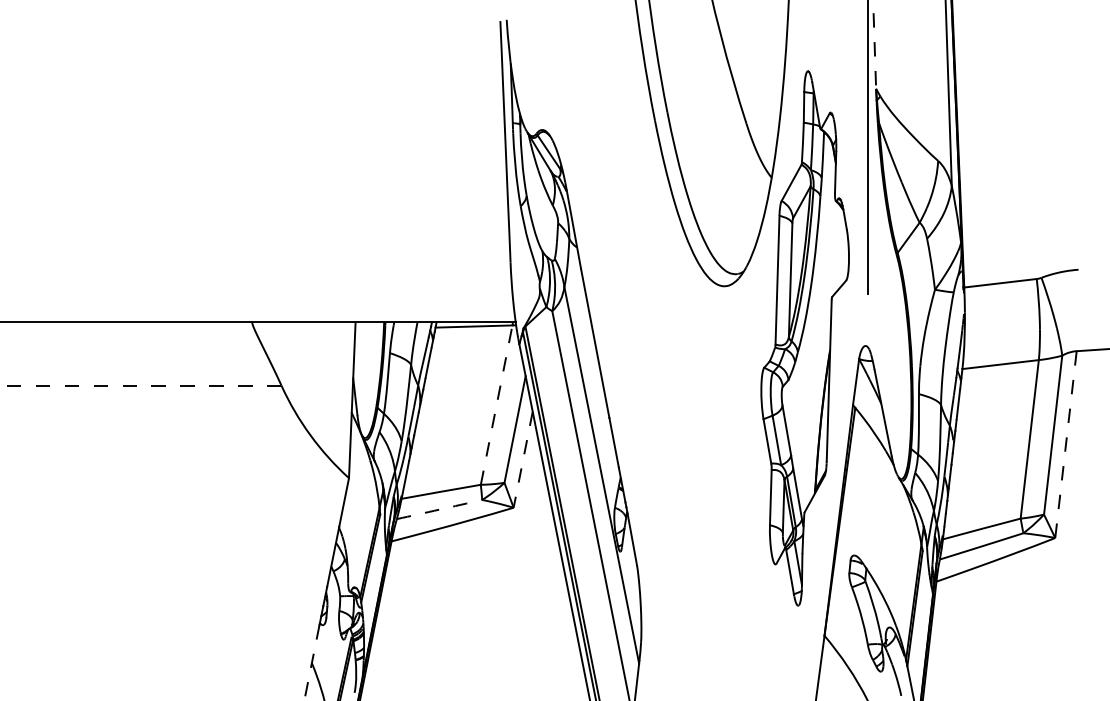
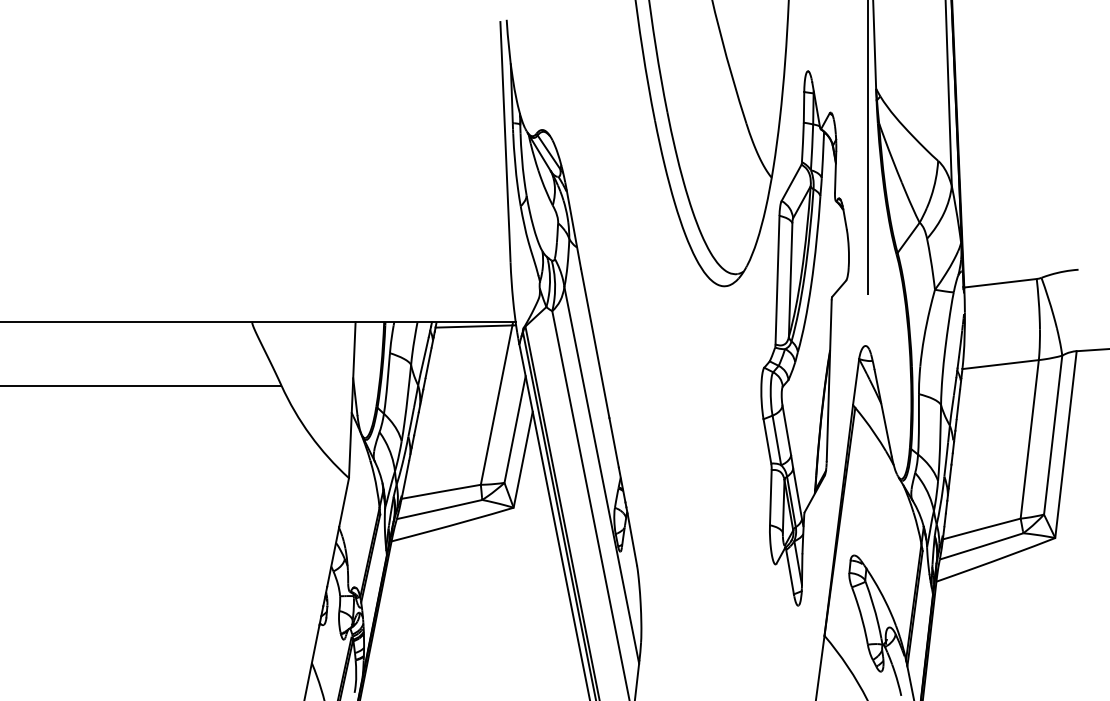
line at (874, 45): dashed -> solid
line at (140, 385): dashed -> solid
line at (496, 404): dashed -> solid
line at (1065, 445): dashed -> solid
line at (523, 459): dashed -> solid
arc at (439, 509): dashed -> solid
line at (311, 663): dashed -> solid
